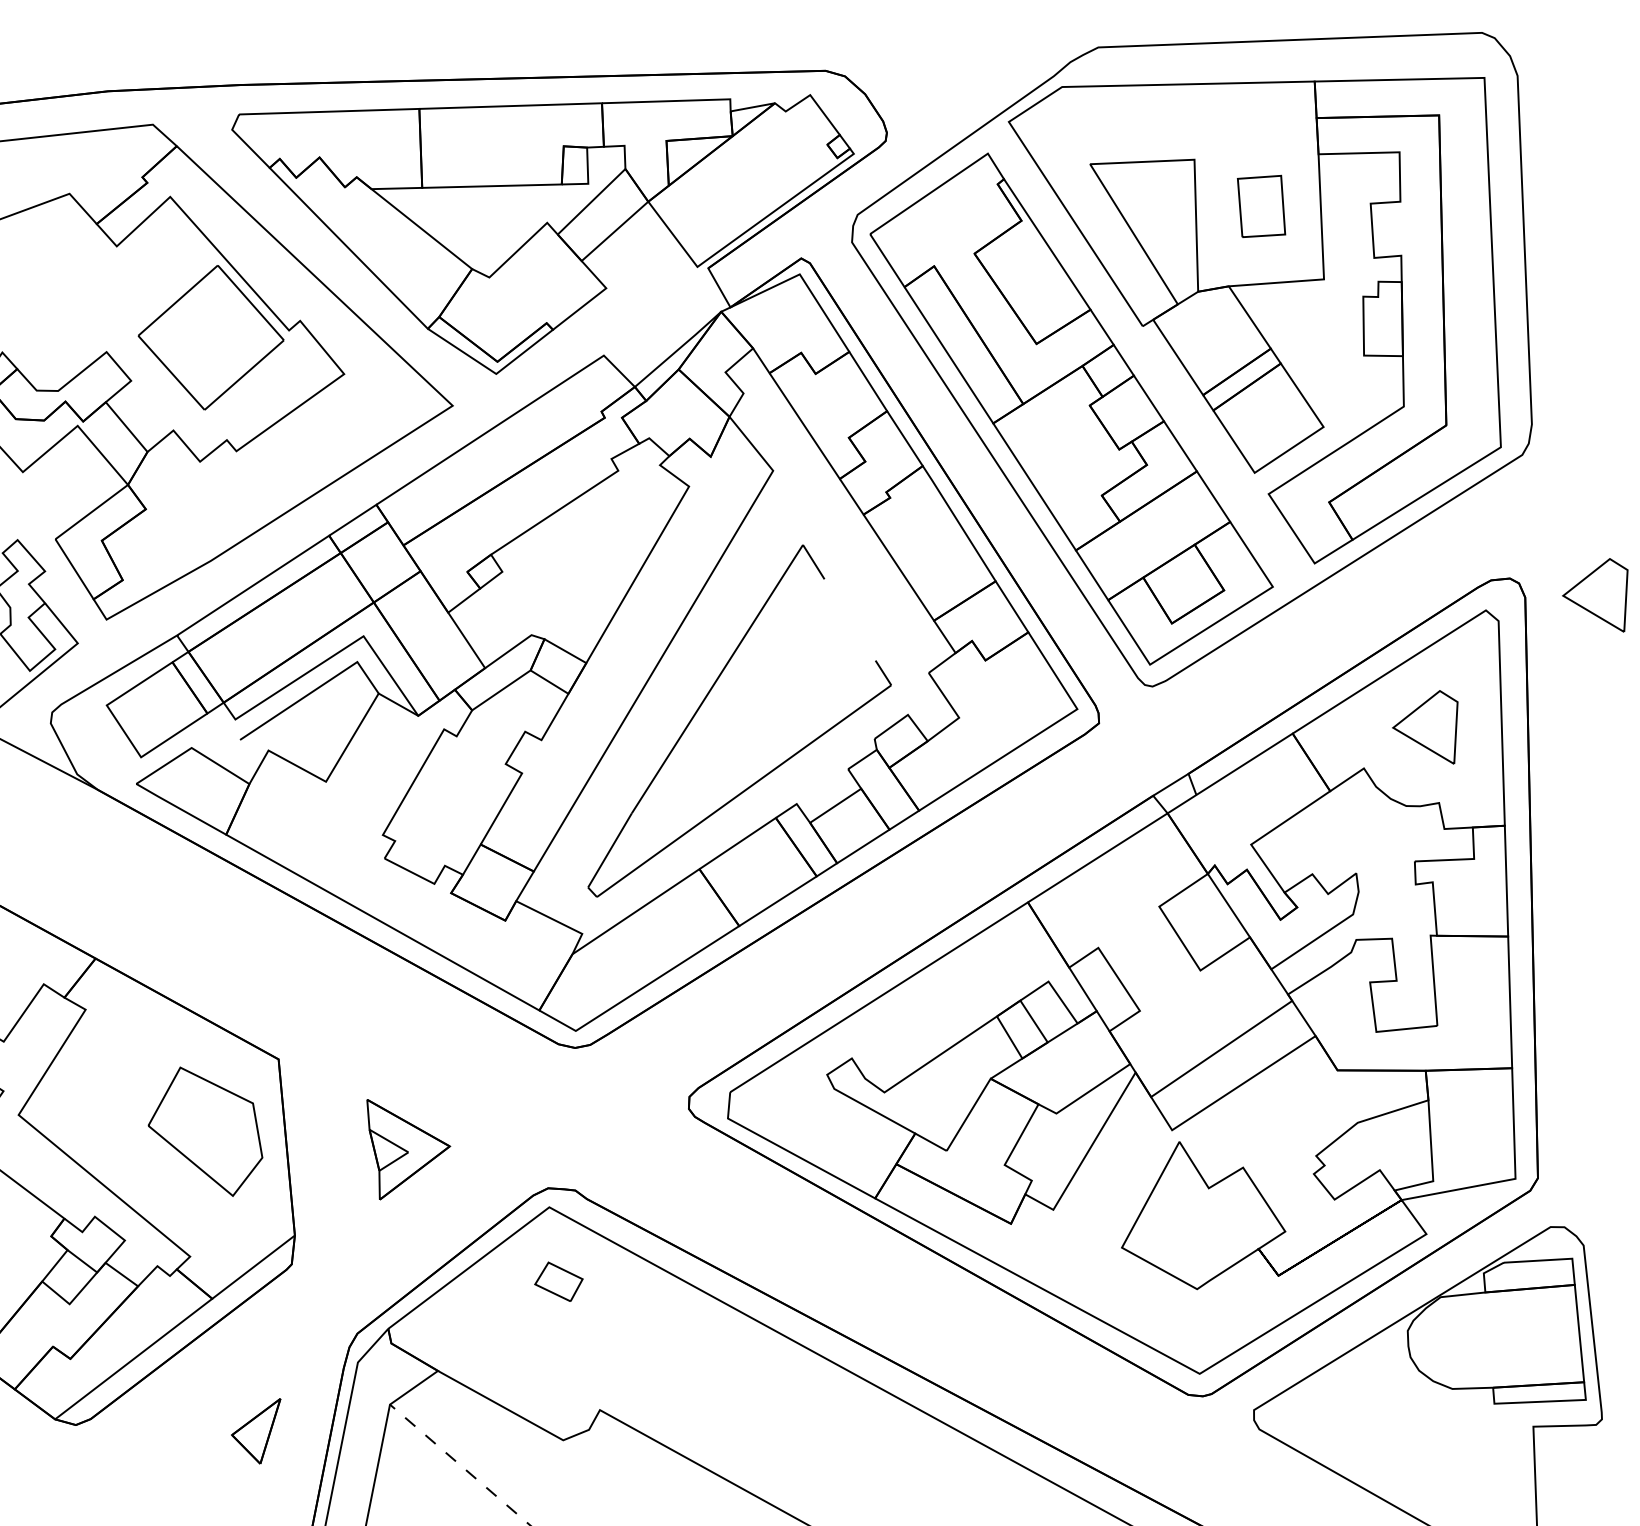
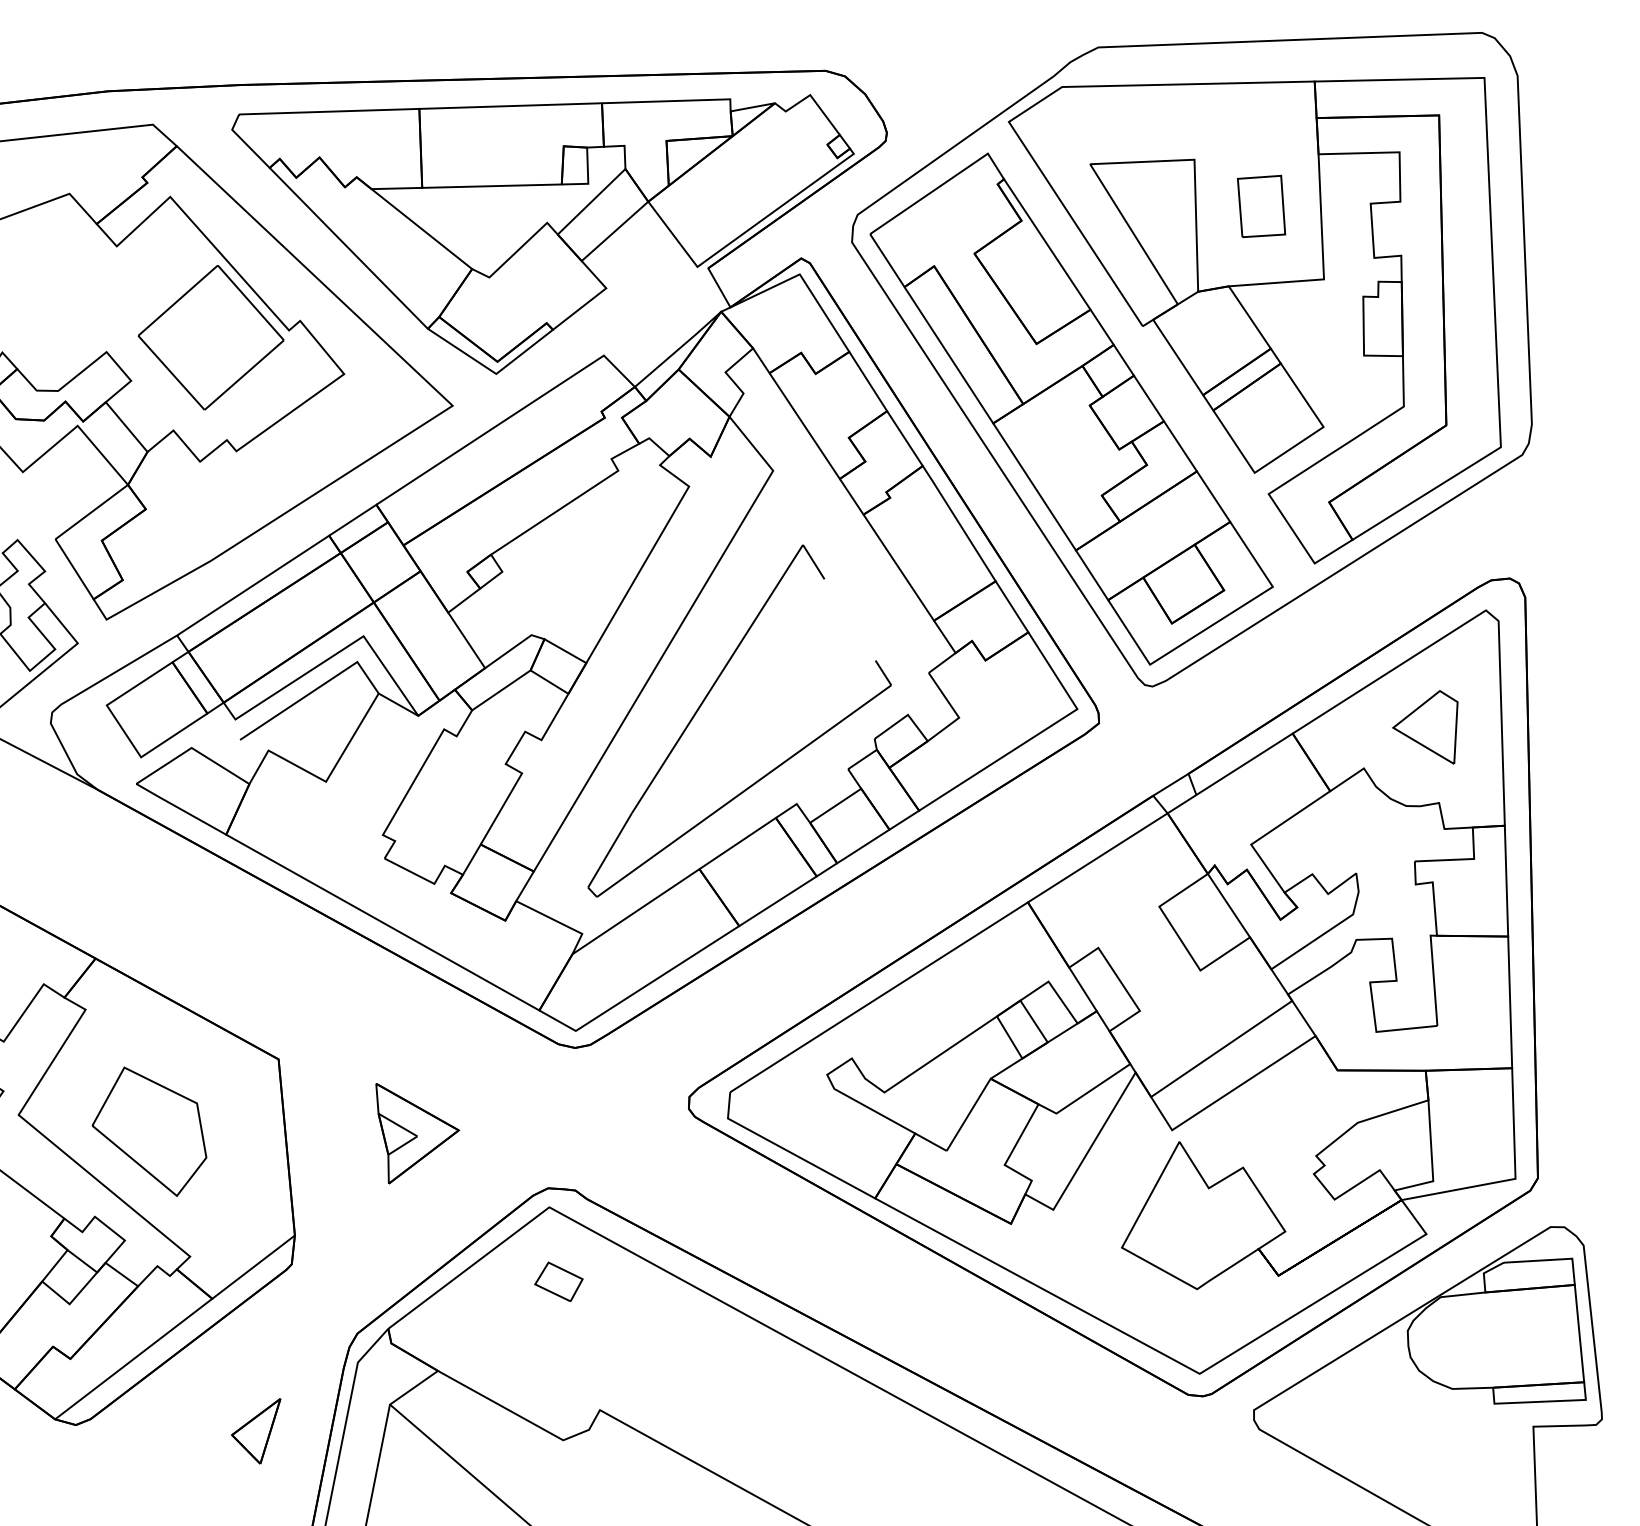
part at (1595, 595): present -> none
part at (205, 1131) position: (205, 1131) -> (149, 1131)
part at (408, 1149) position: (408, 1149) -> (417, 1133)
line at (460, 1465): dashed -> solid
